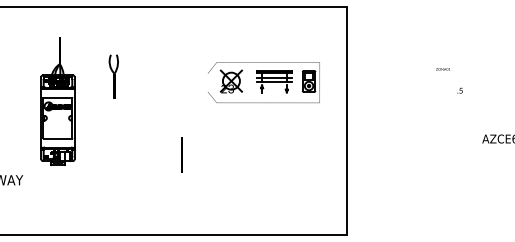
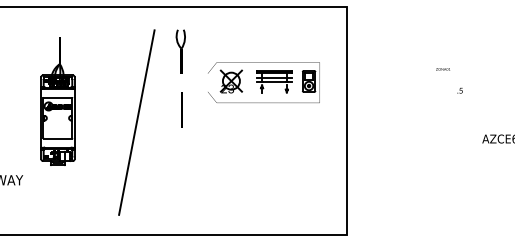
part at (113, 76) position: (113, 76) -> (180, 51)
line at (136, 122): none -> present
line at (181, 154) position: (181, 154) -> (181, 109)
